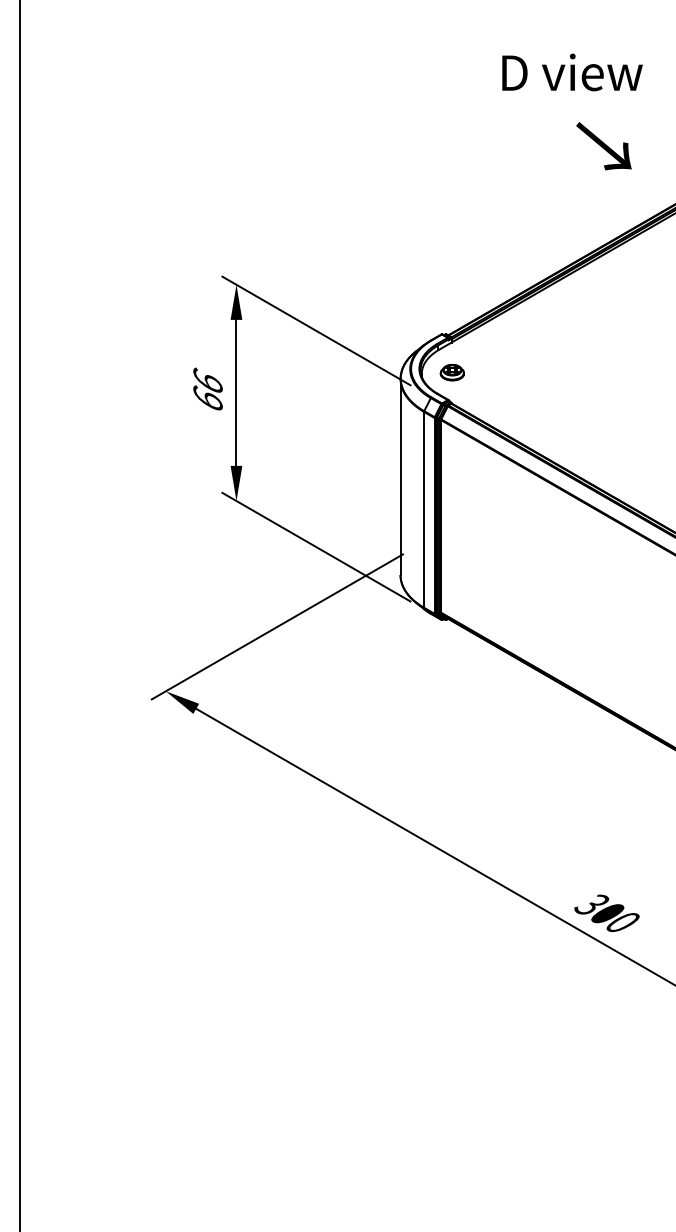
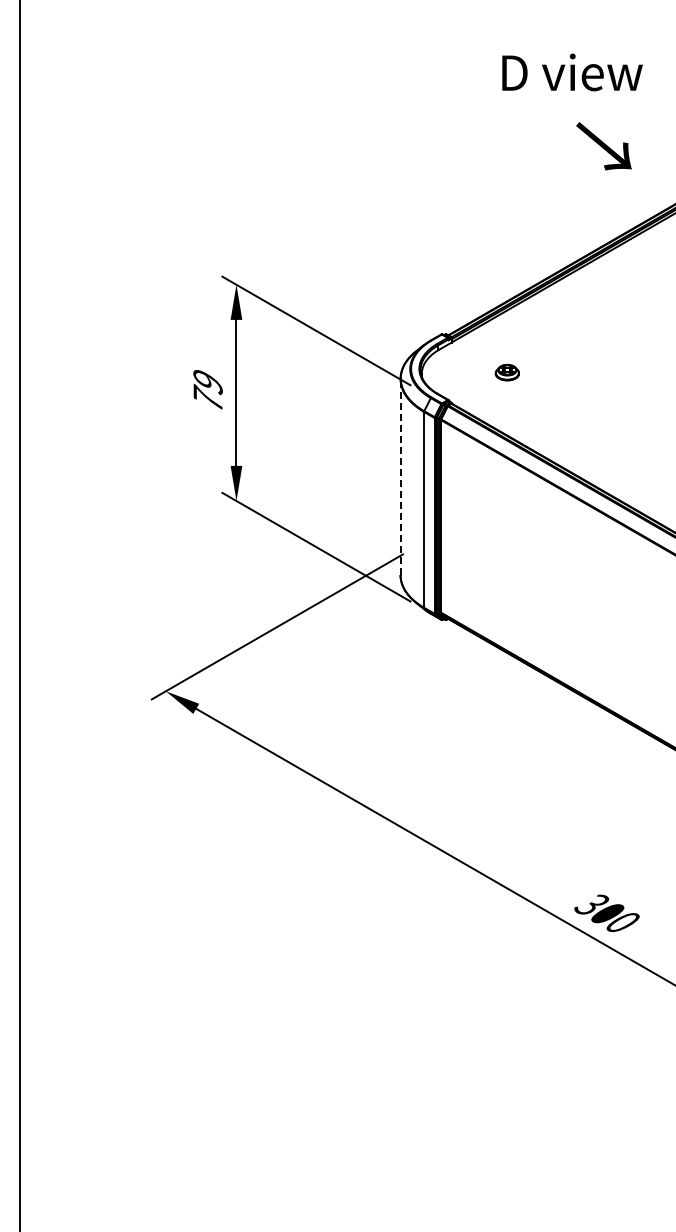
part at (451, 372) position: (451, 372) -> (506, 372)
text at (207, 388): 66 -> 79
line at (400, 477): solid -> dashed
